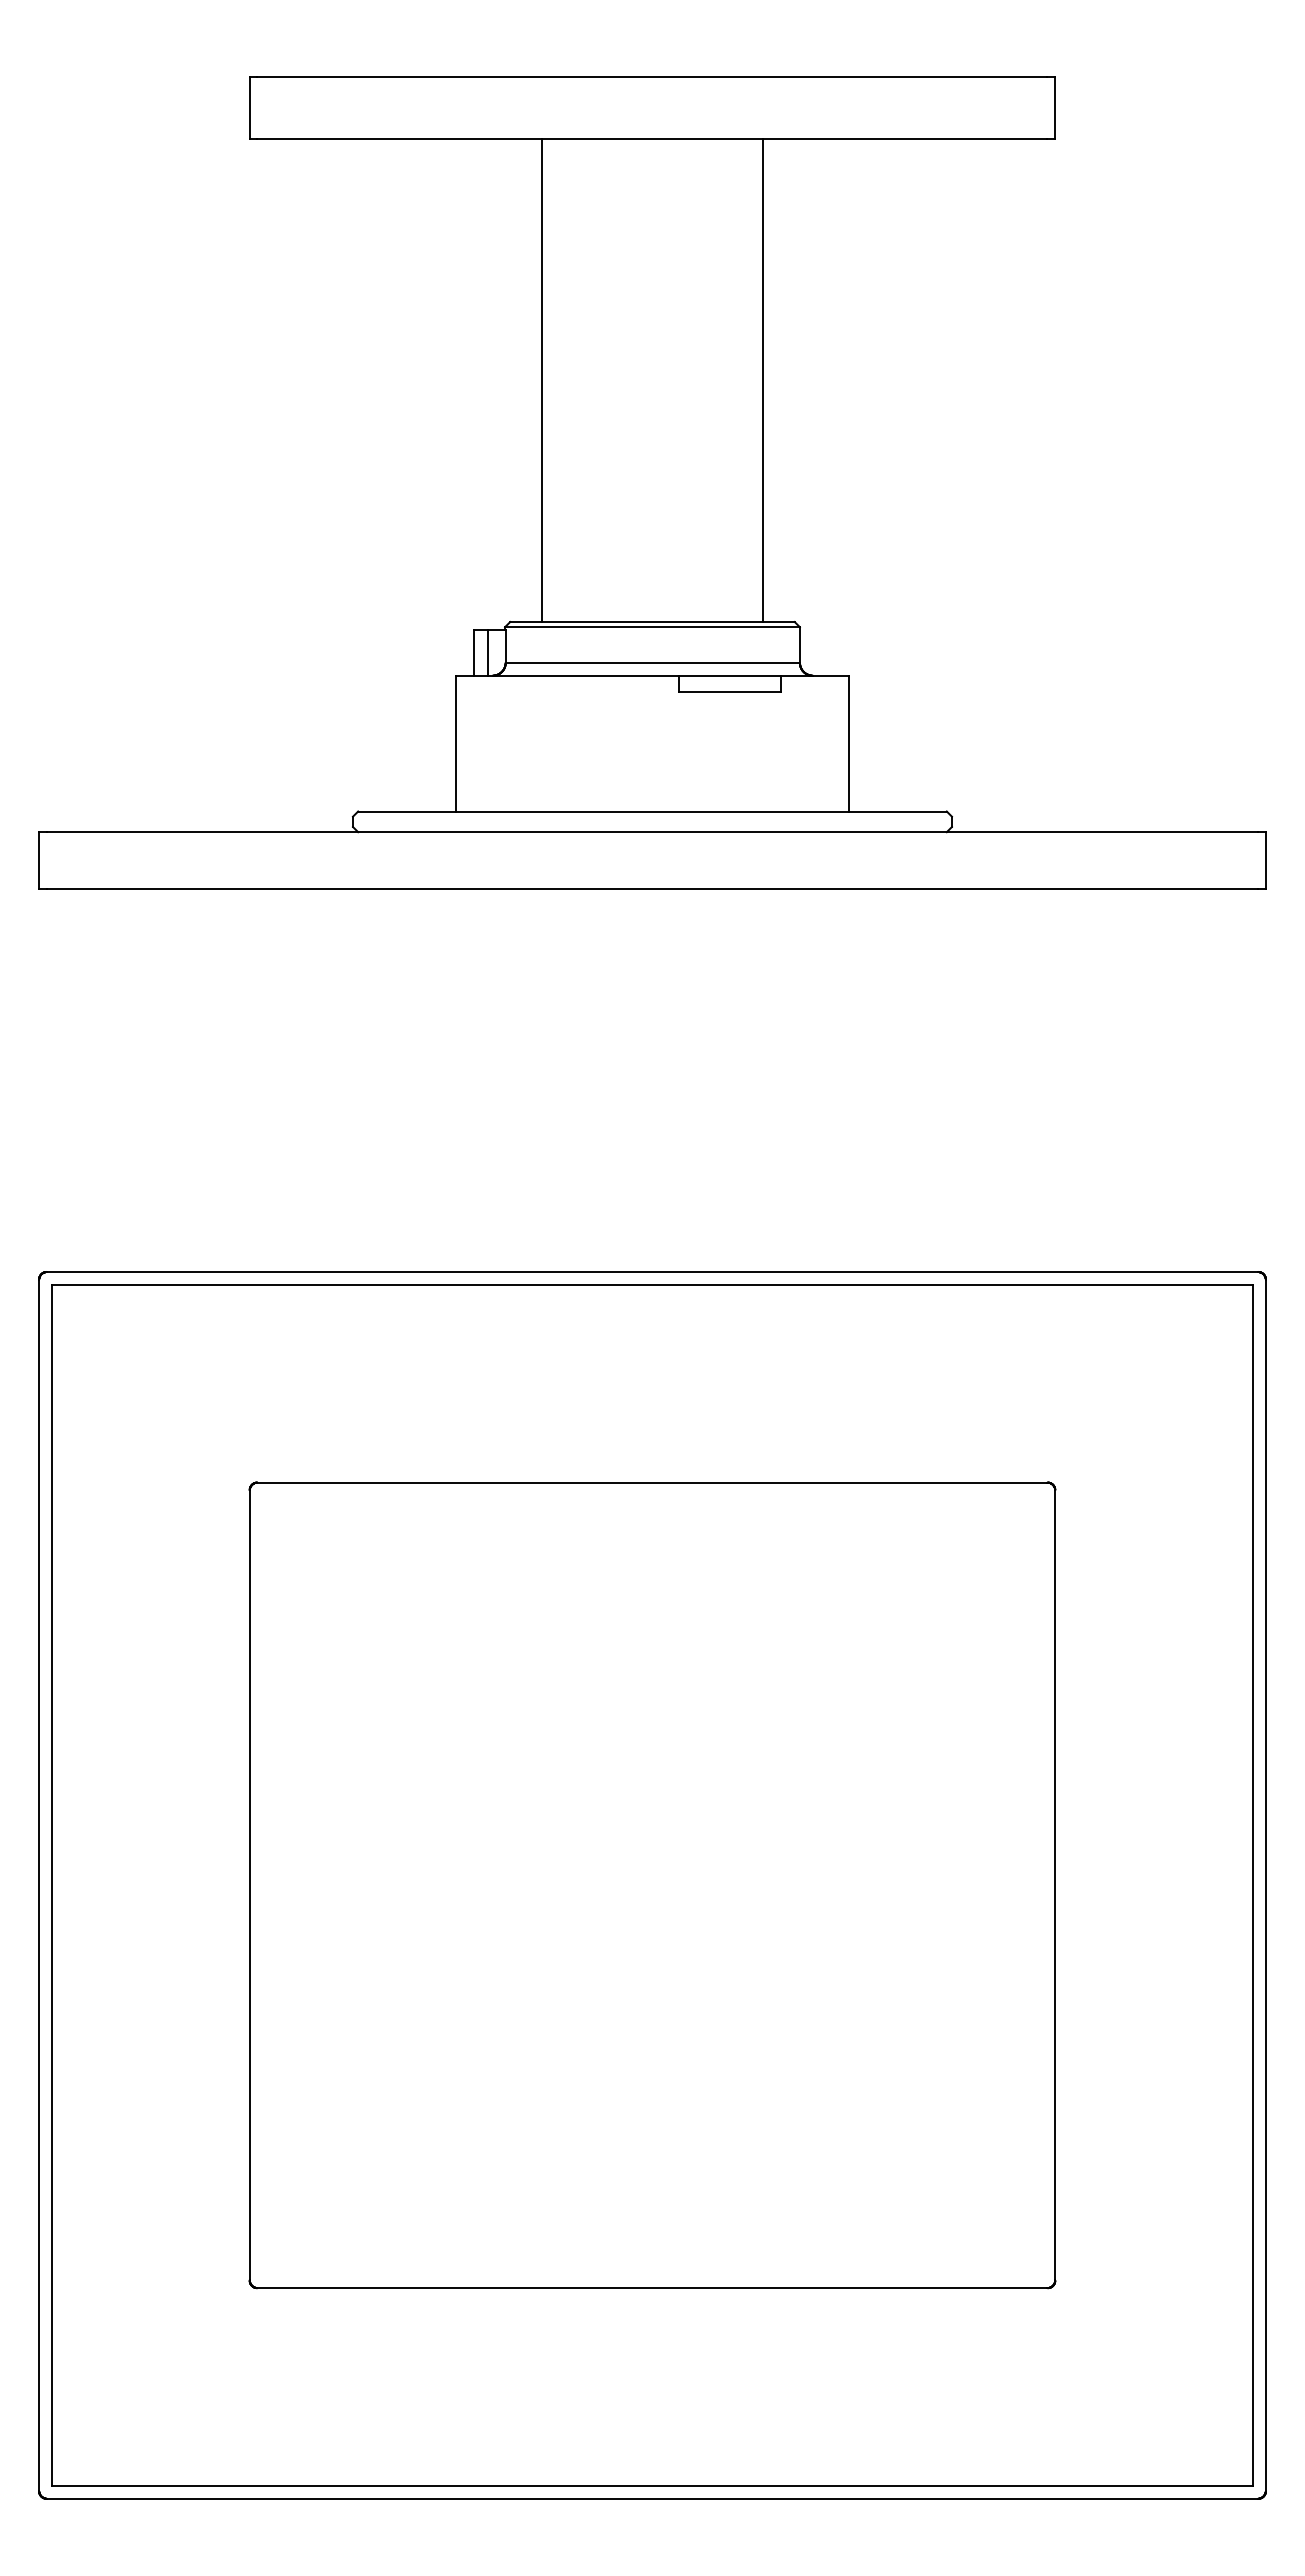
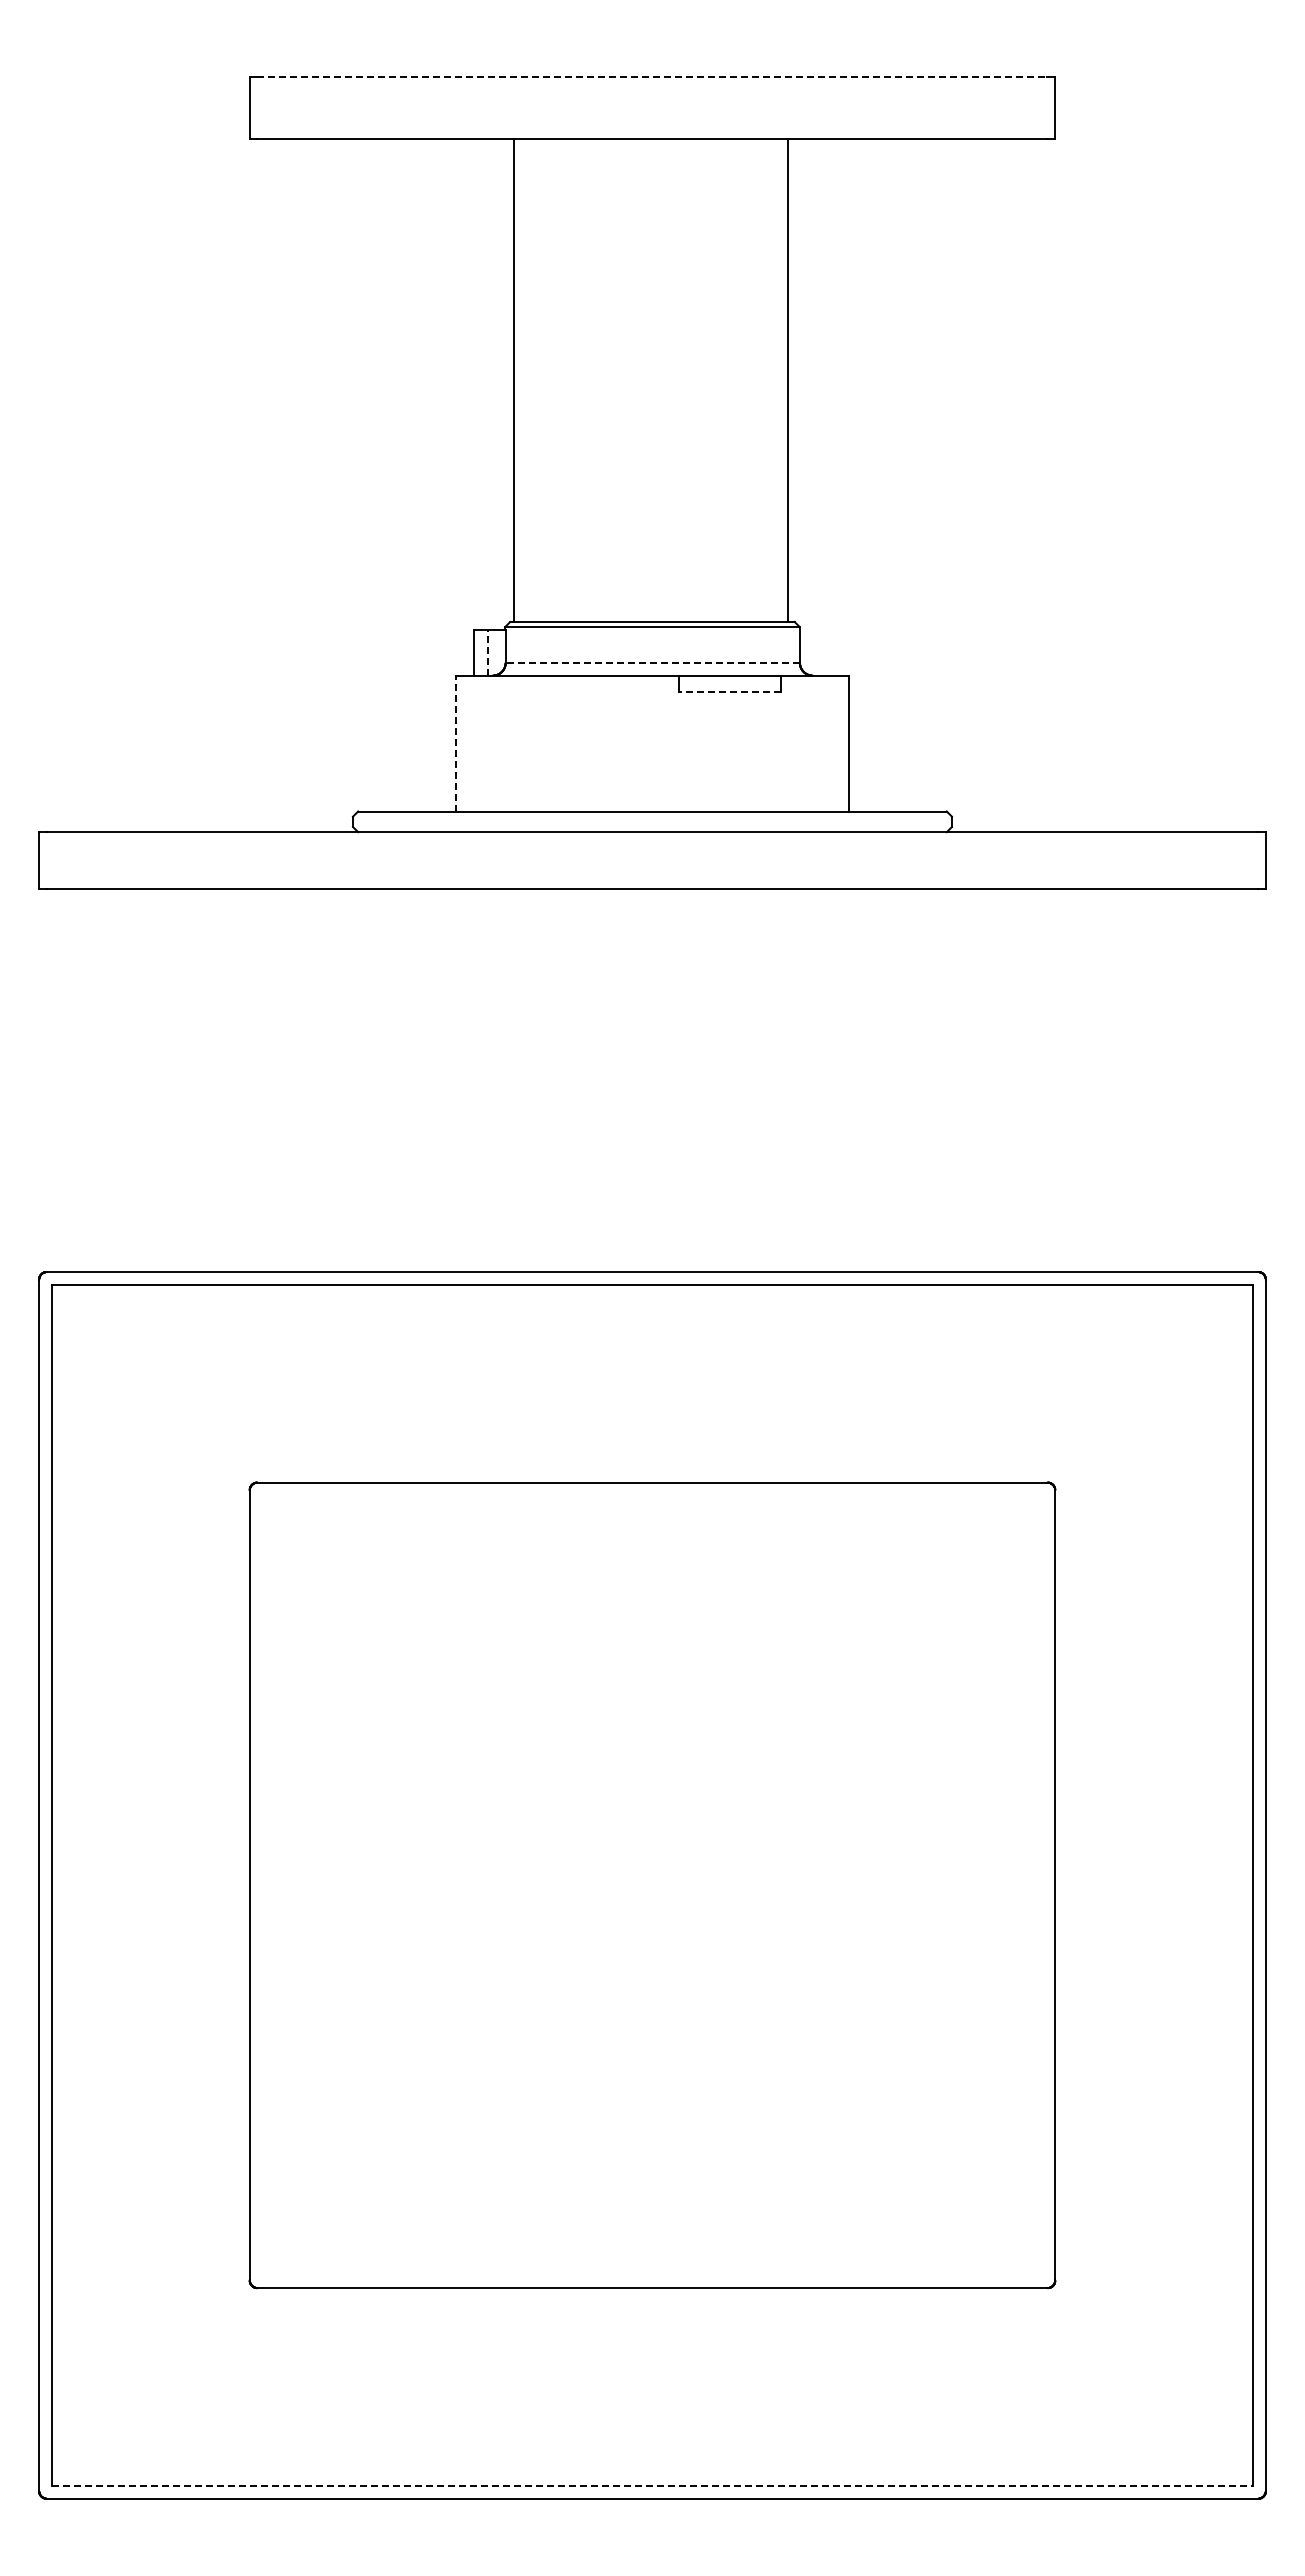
line at (652, 77): solid -> dashed
line at (541, 380) position: (541, 380) -> (513, 380)
line at (762, 380) position: (762, 380) -> (787, 380)
line at (488, 652): solid -> dashed
line at (652, 662): solid -> dashed
line at (729, 691): solid -> dashed
line at (456, 743): solid -> dashed
line at (652, 2485): solid -> dashed
